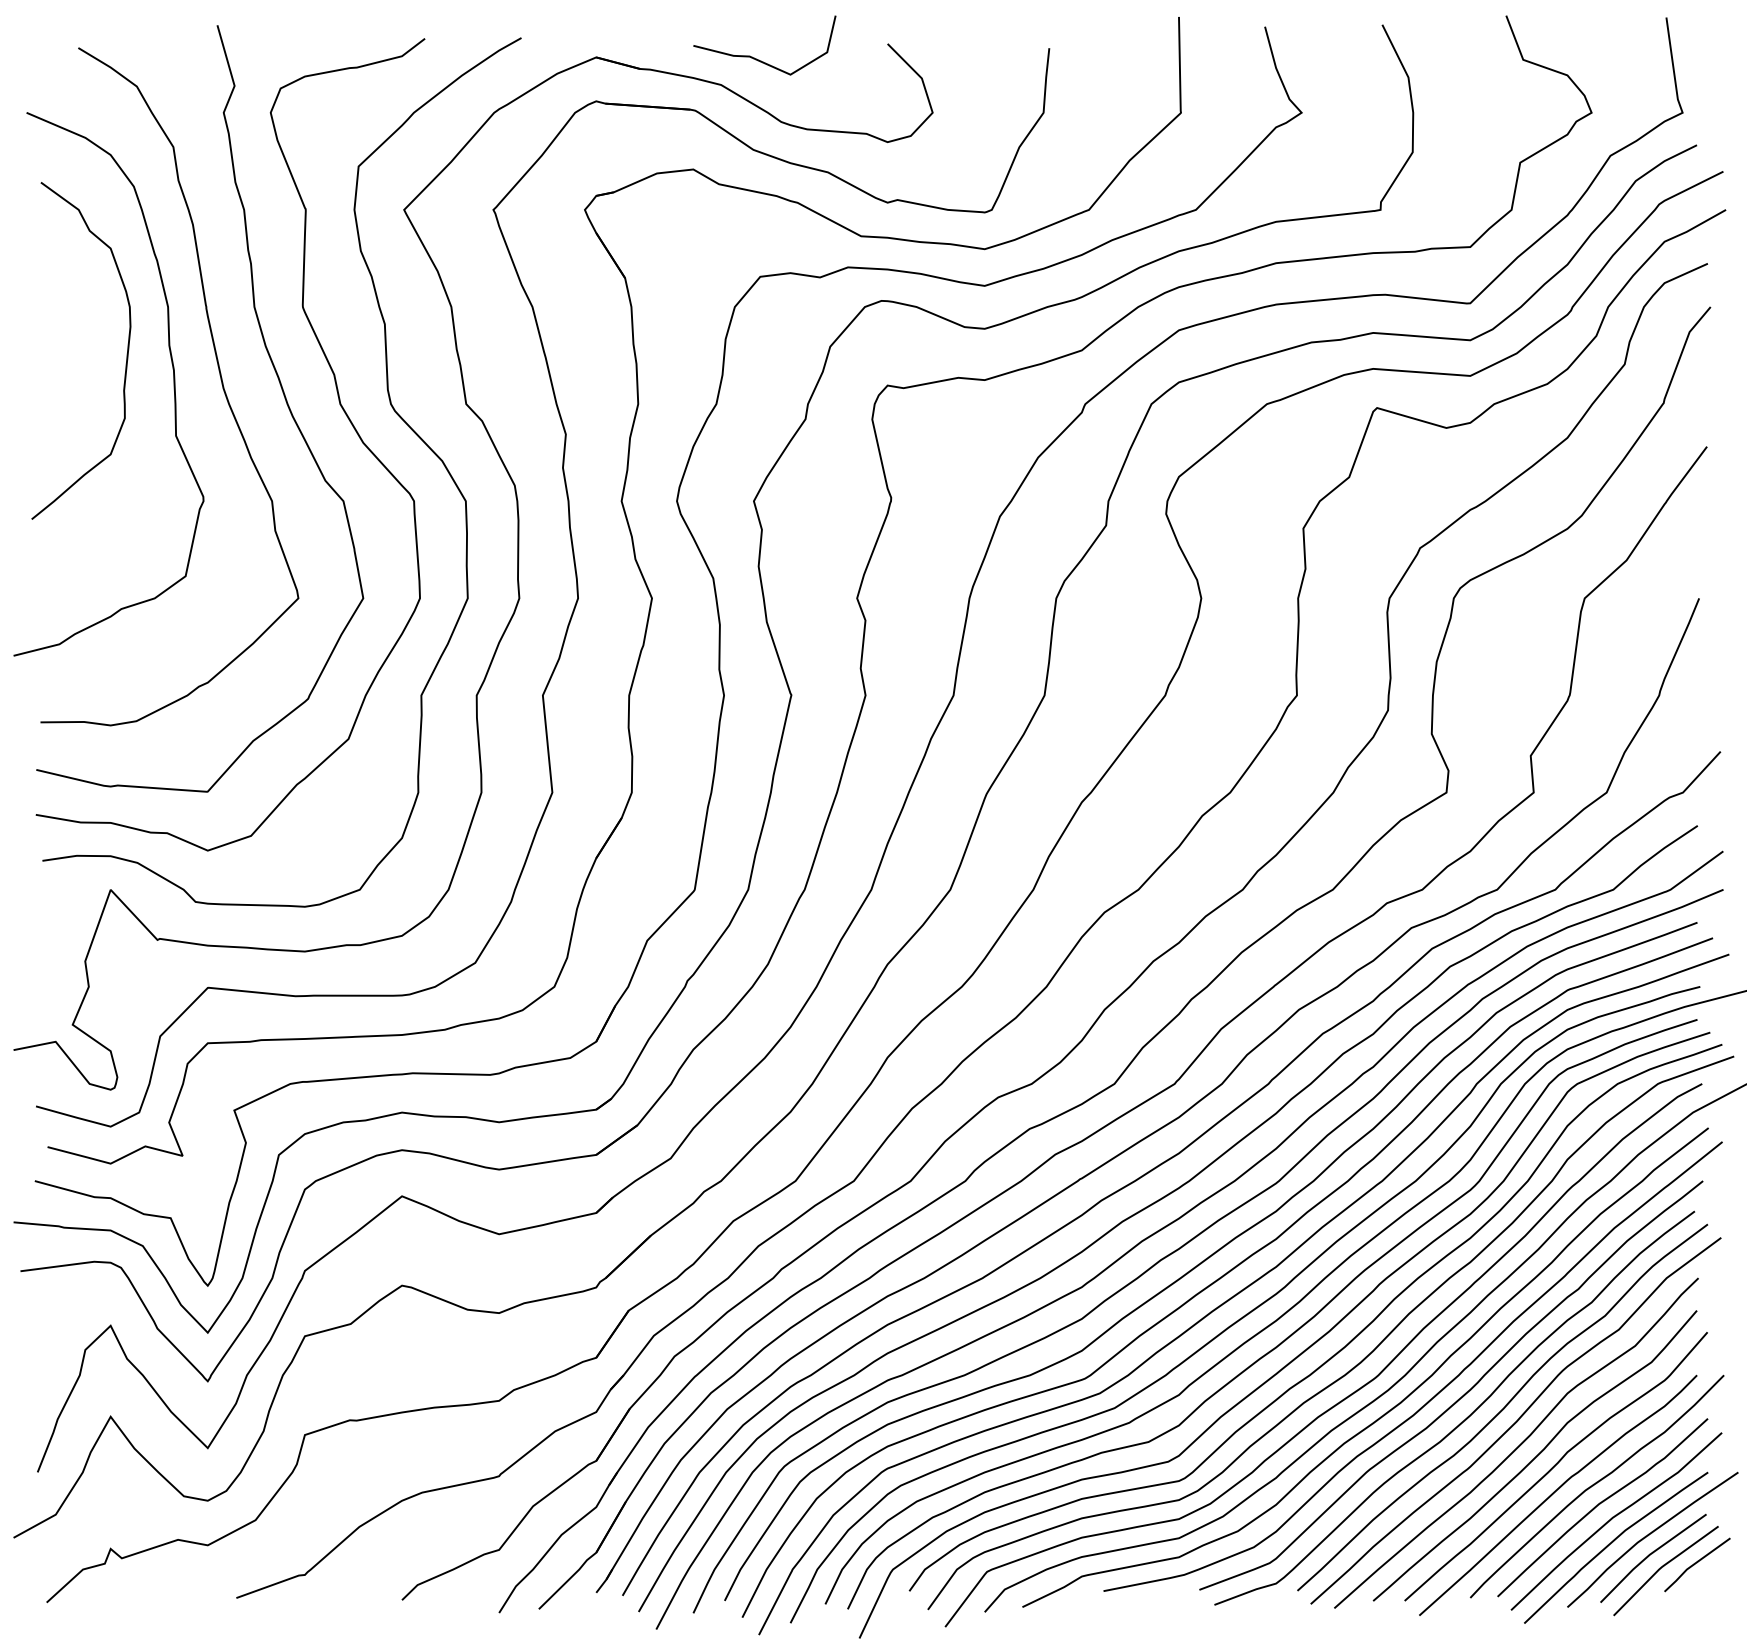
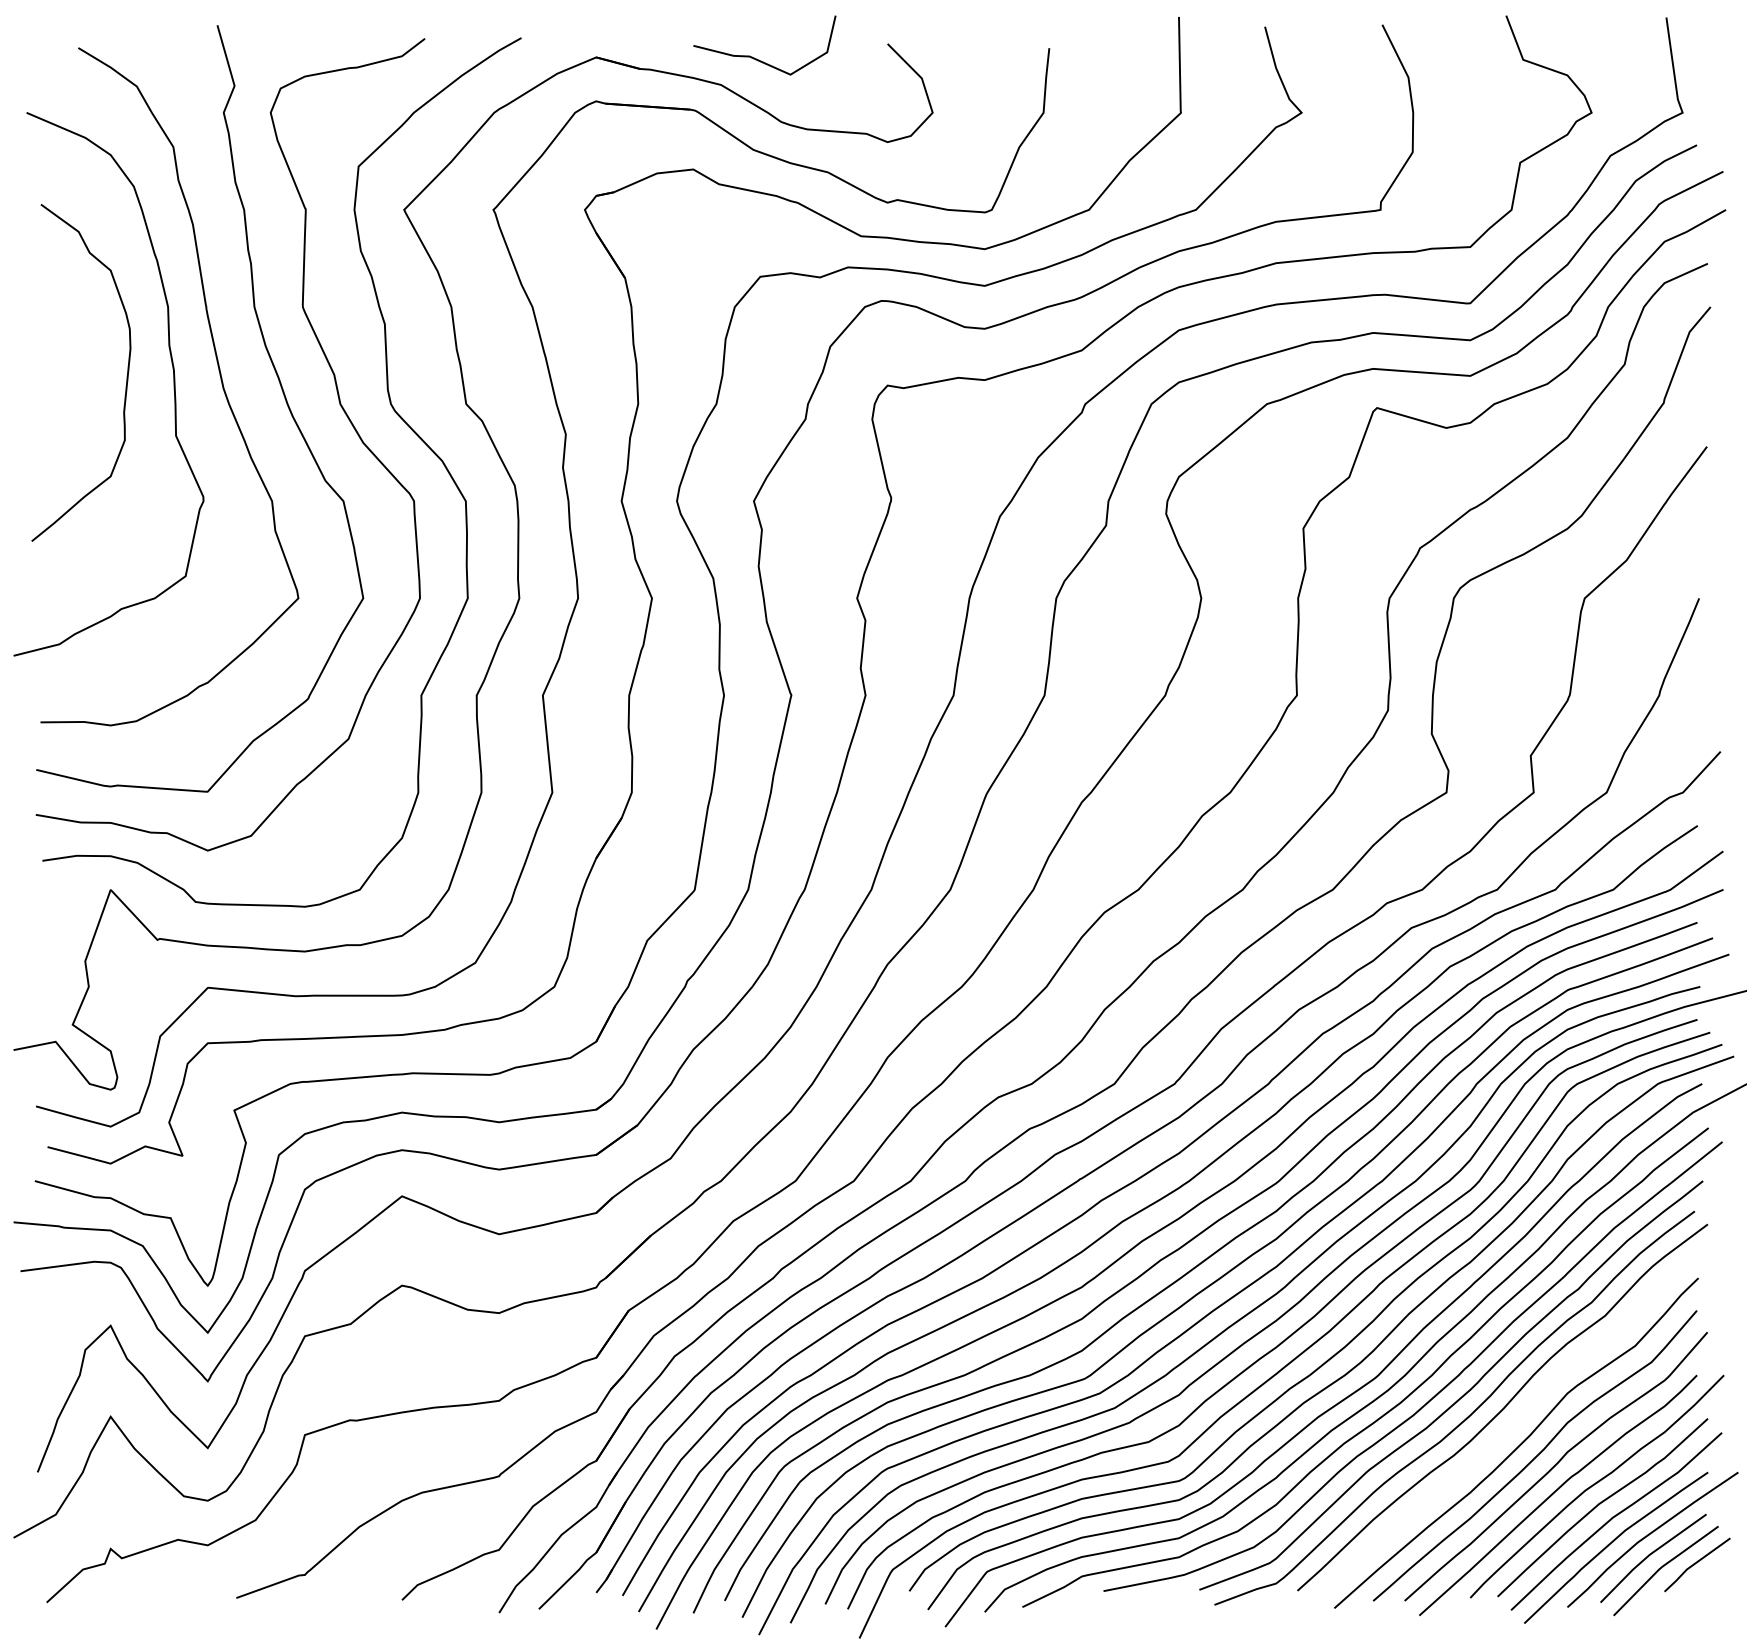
curve at (126, 353) position: (126, 353) -> (126, 375)
curve at (1516, 1420): present -> none
